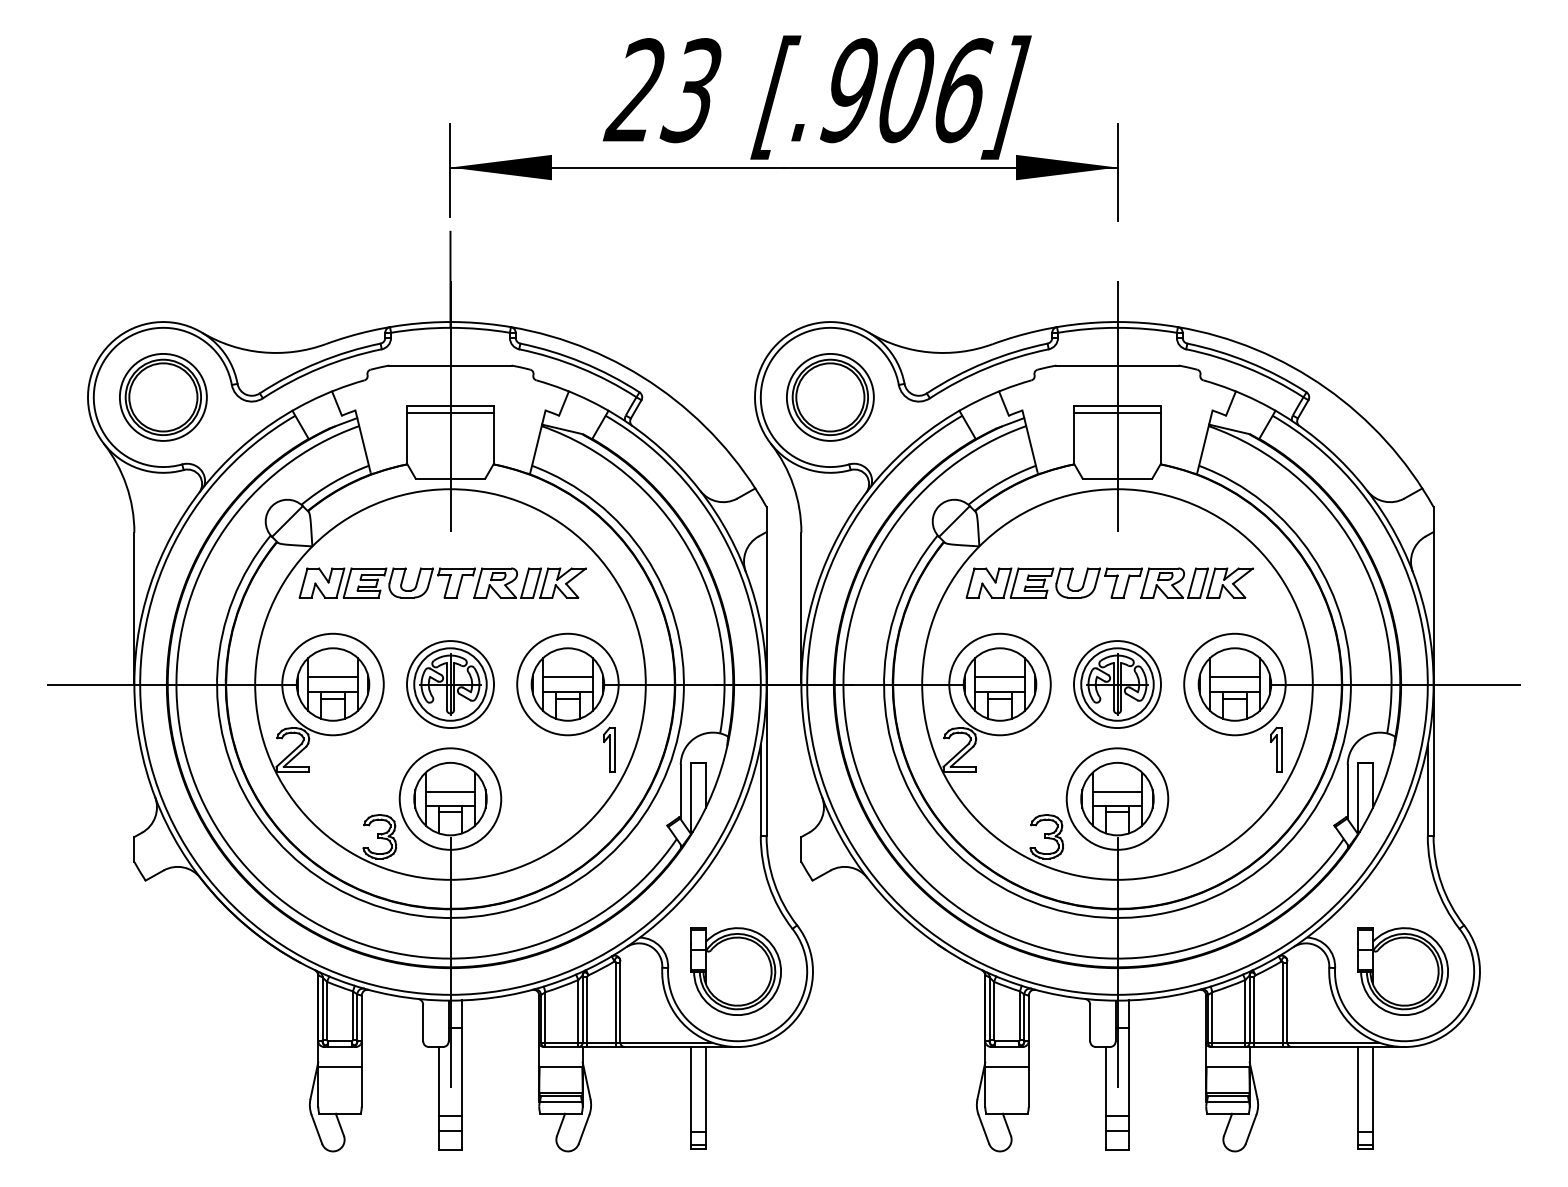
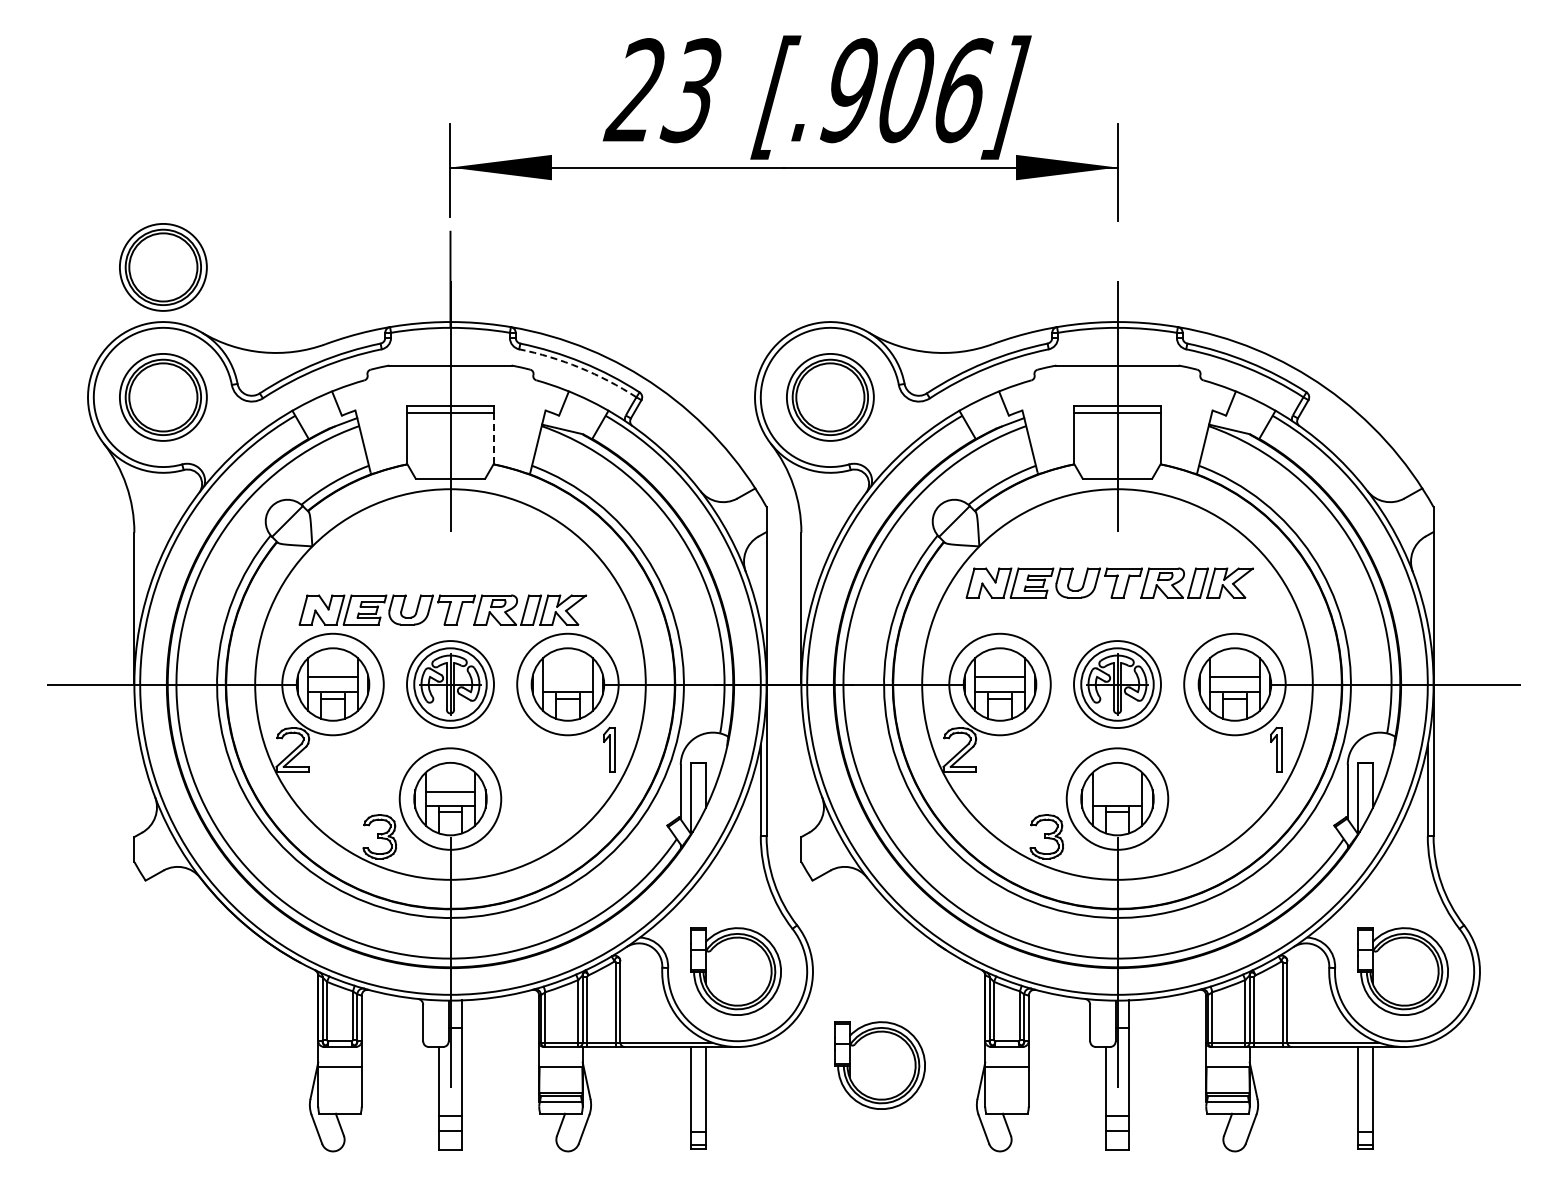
part at (163, 267): none -> present
arc at (580, 367): solid -> dashed
line at (494, 438): solid -> dashed
part at (442, 582) position: (442, 582) -> (442, 609)
line at (567, 677): present -> none
line at (1117, 791): present -> none
part at (879, 1065): none -> present
